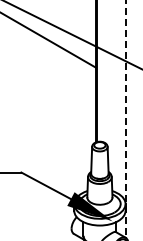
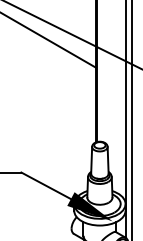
line at (126, 119): dashed -> solid
line at (131, 119): none -> present
